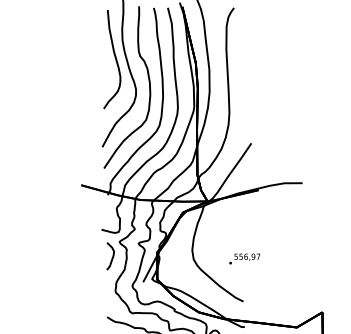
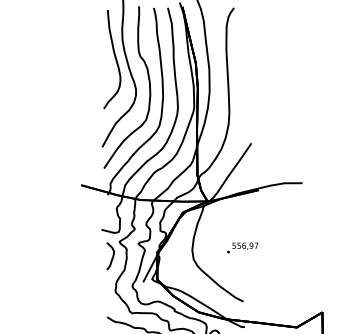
text at (244, 258) position: (244, 258) -> (242, 247)
